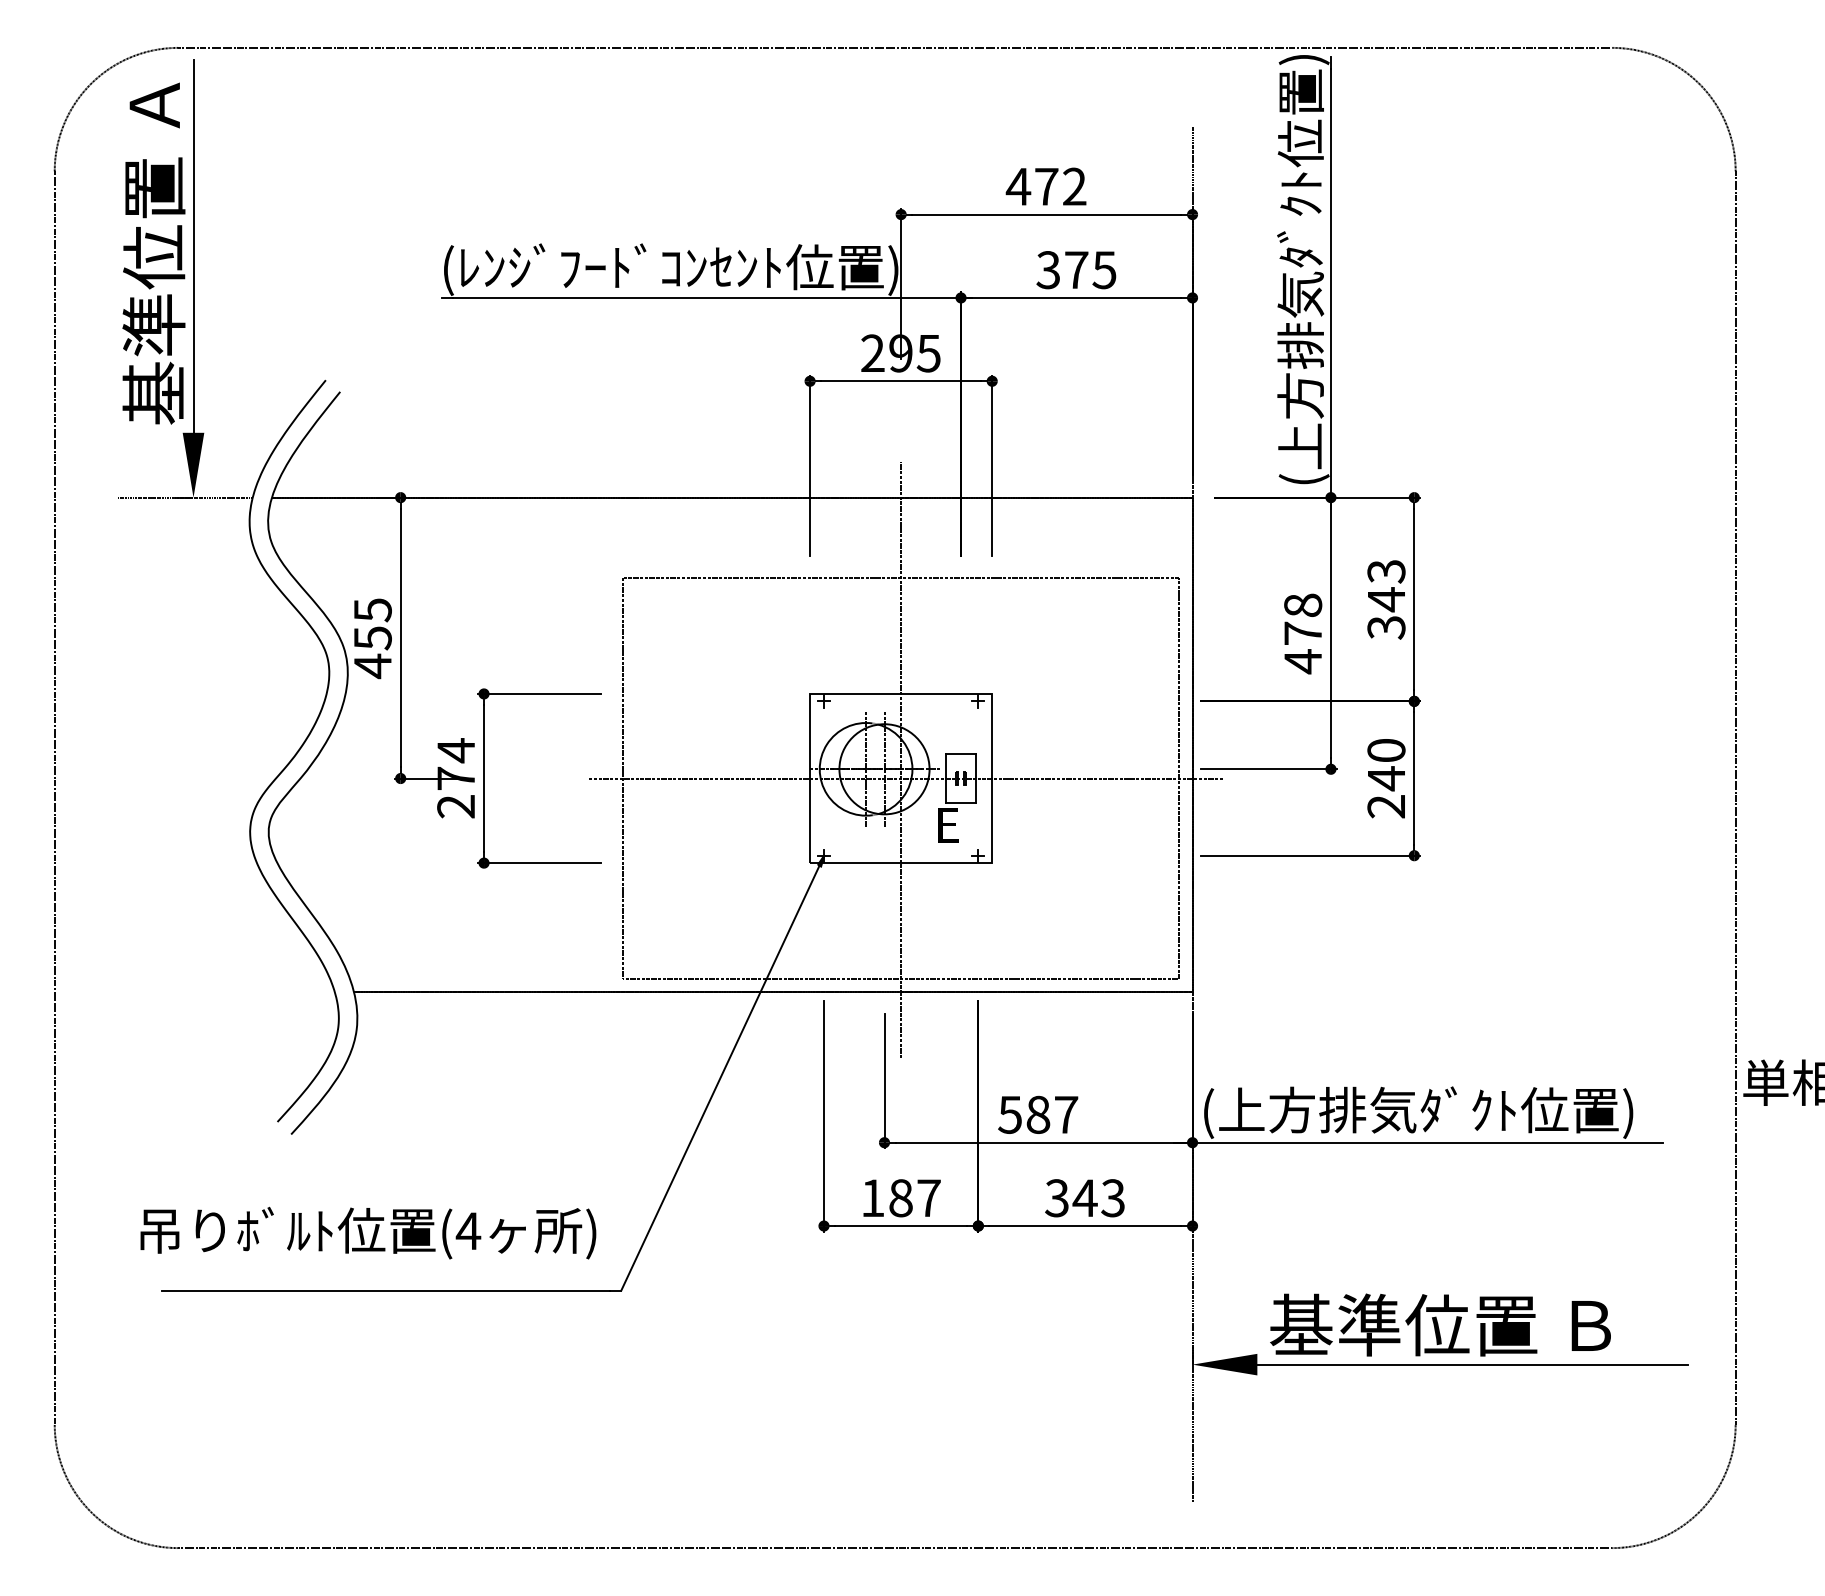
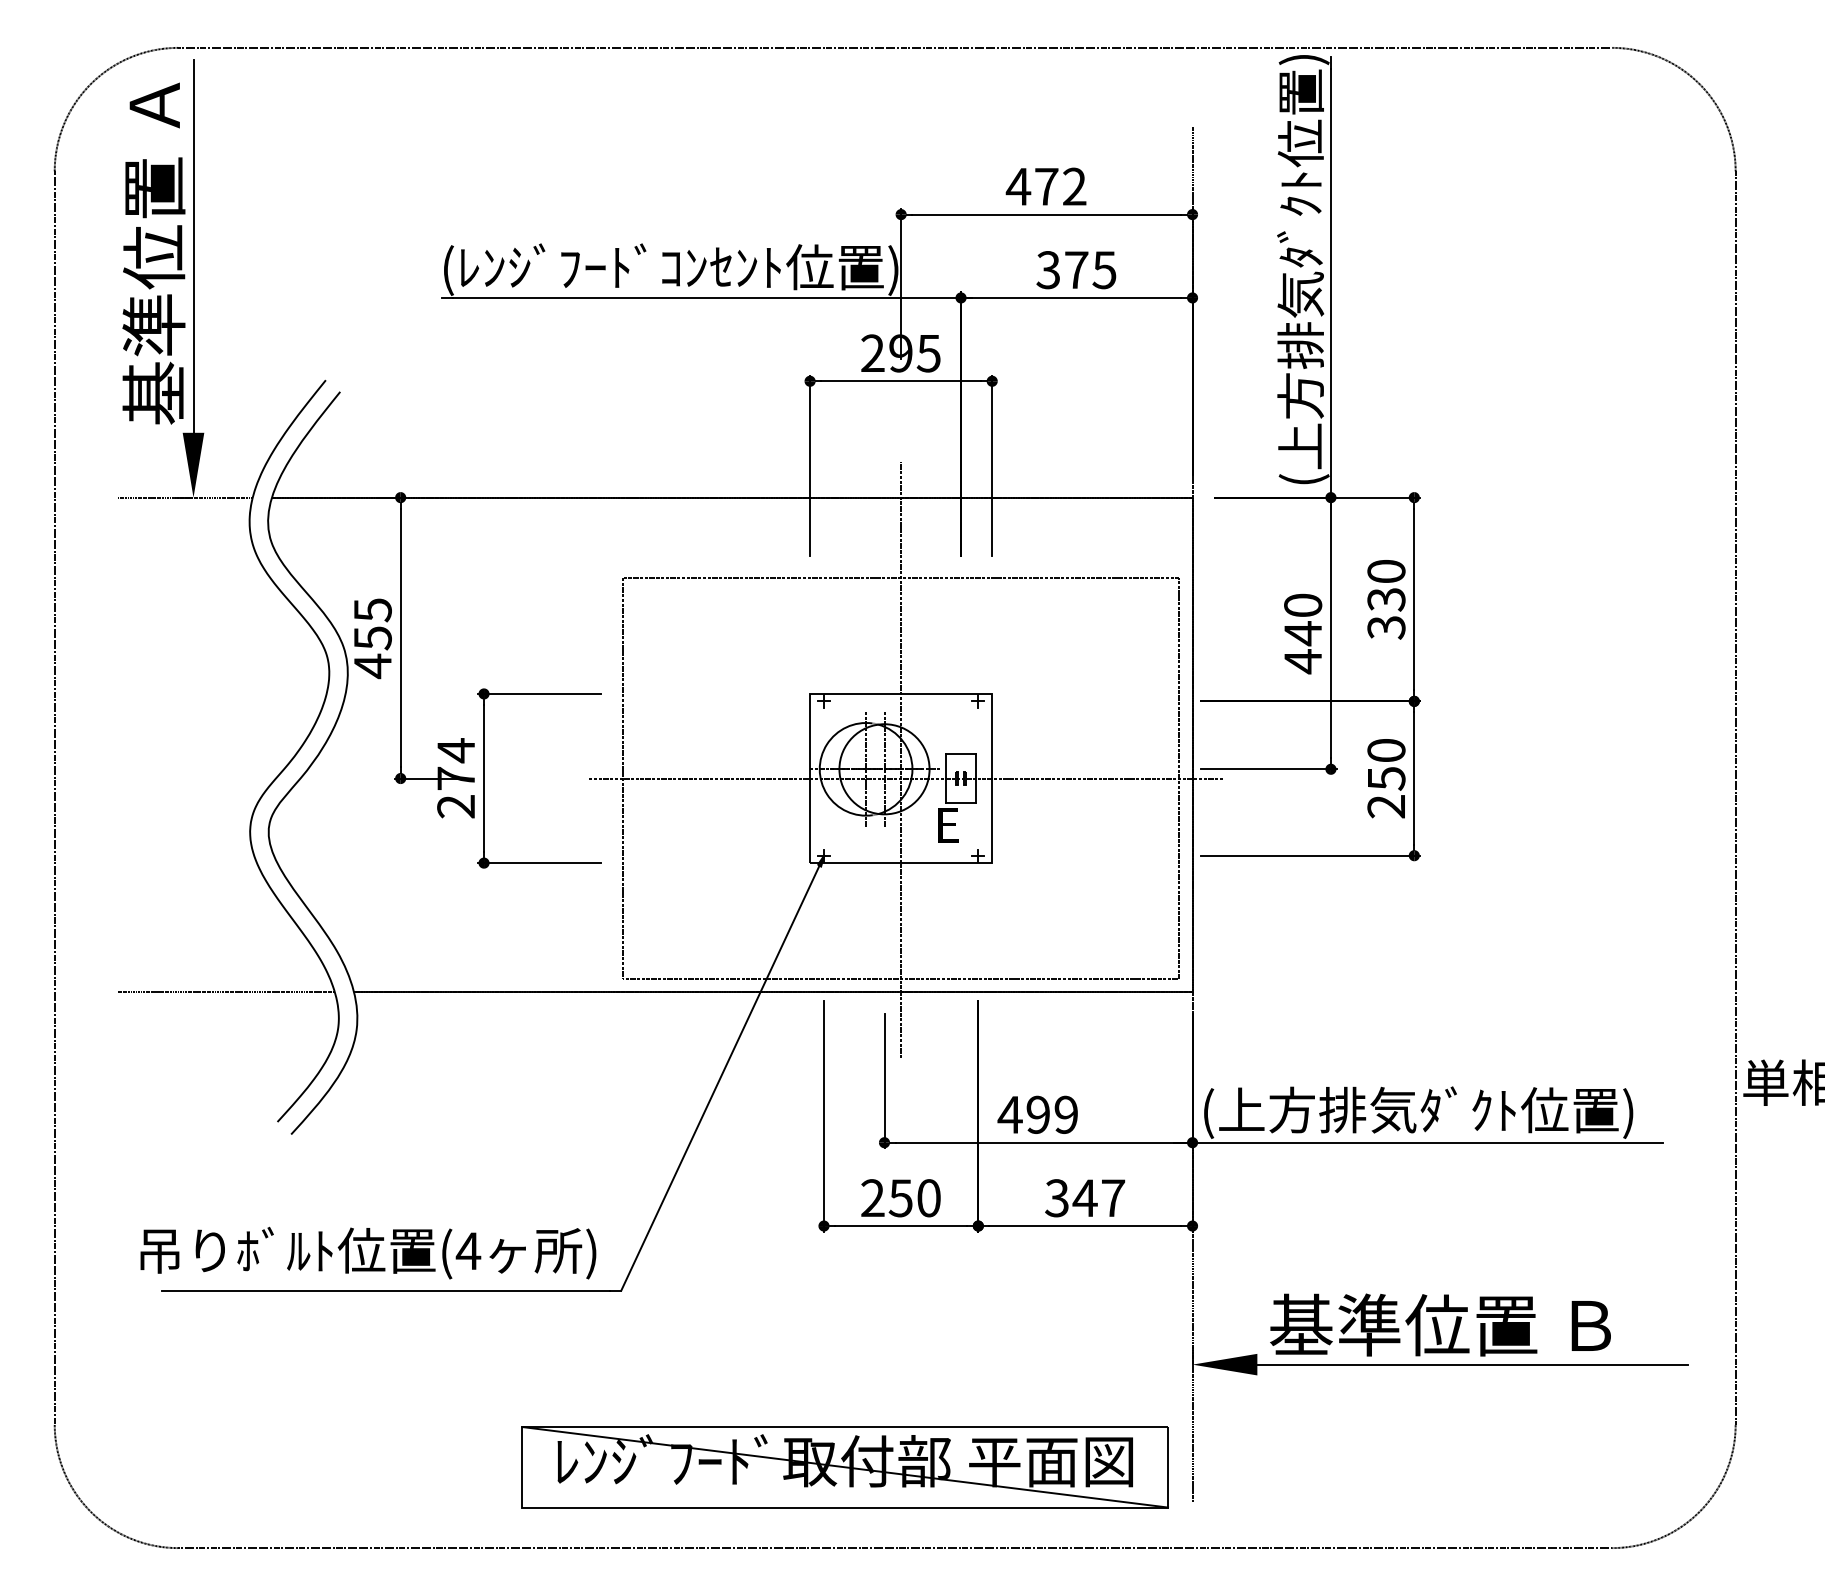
text at (1386, 586): 343 -> 330
text at (1302, 619): 478 -> 440
text at (1386, 778): 240 -> 250
line at (226, 991): none -> present
text at (1037, 1114): 587 -> 499
text at (900, 1198): 187 -> 250
text at (1113, 1198): 343 -> 347
text at (368, 1232) position: (368, 1232) -> (368, 1252)
part at (844, 1467): none -> present
